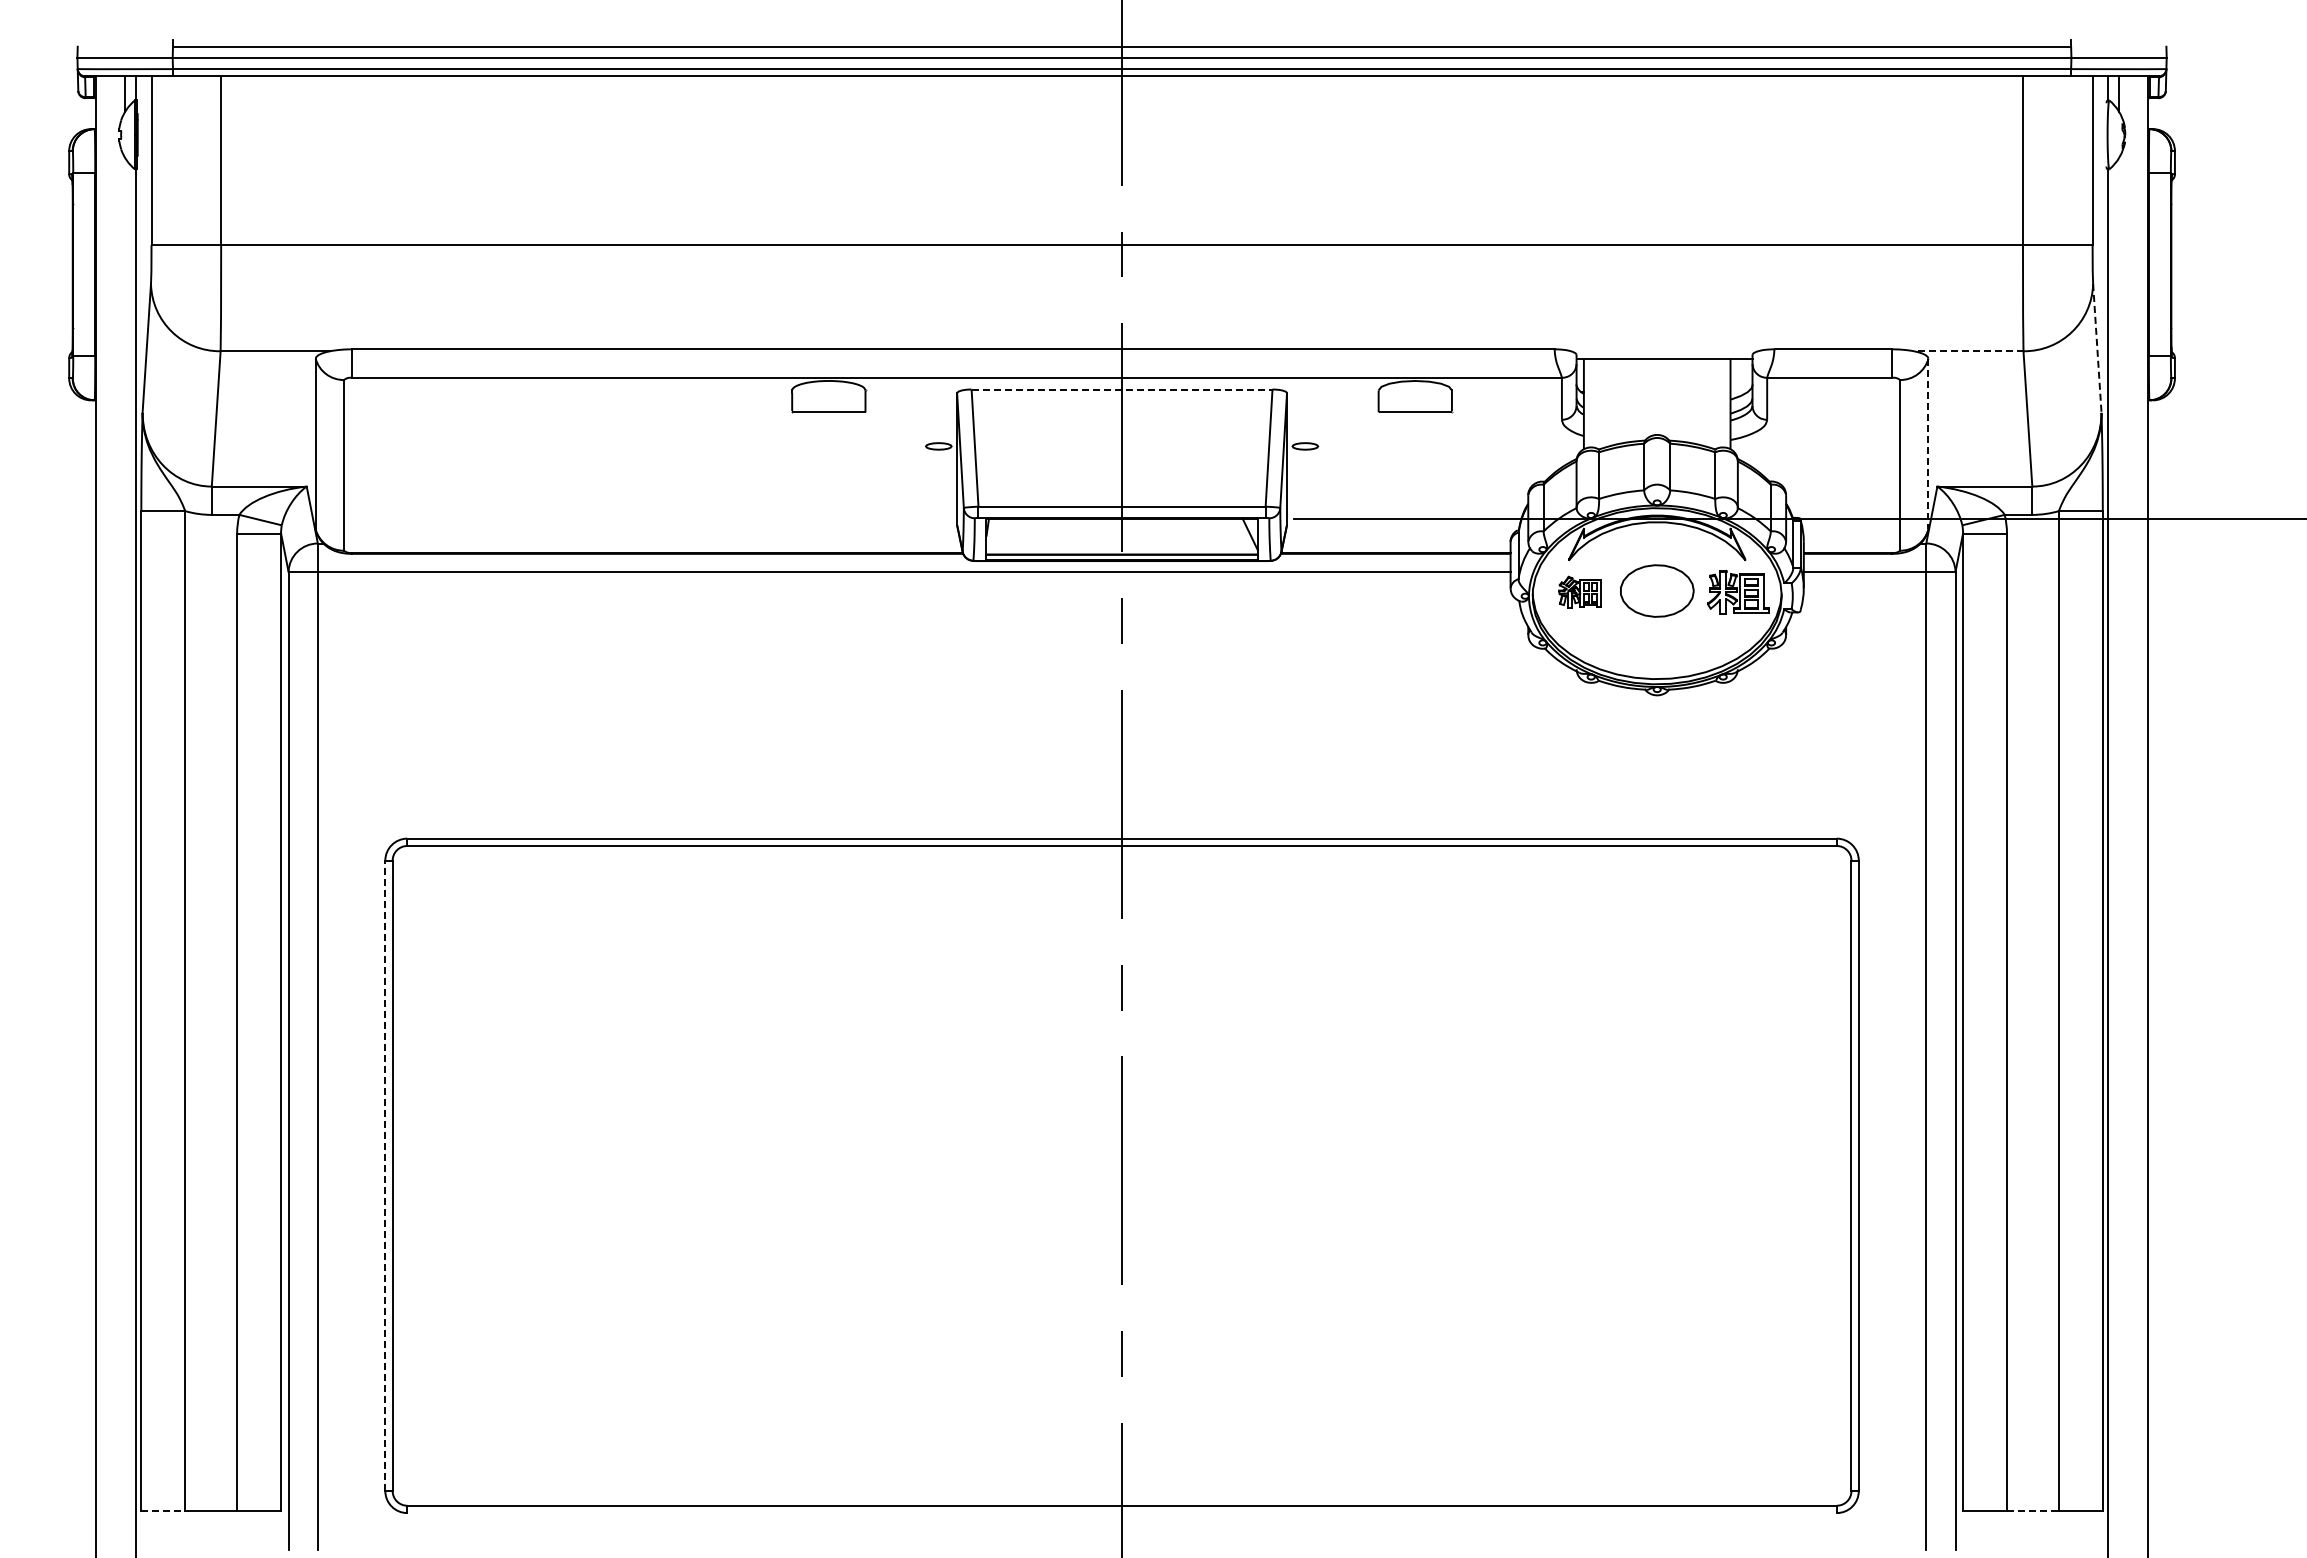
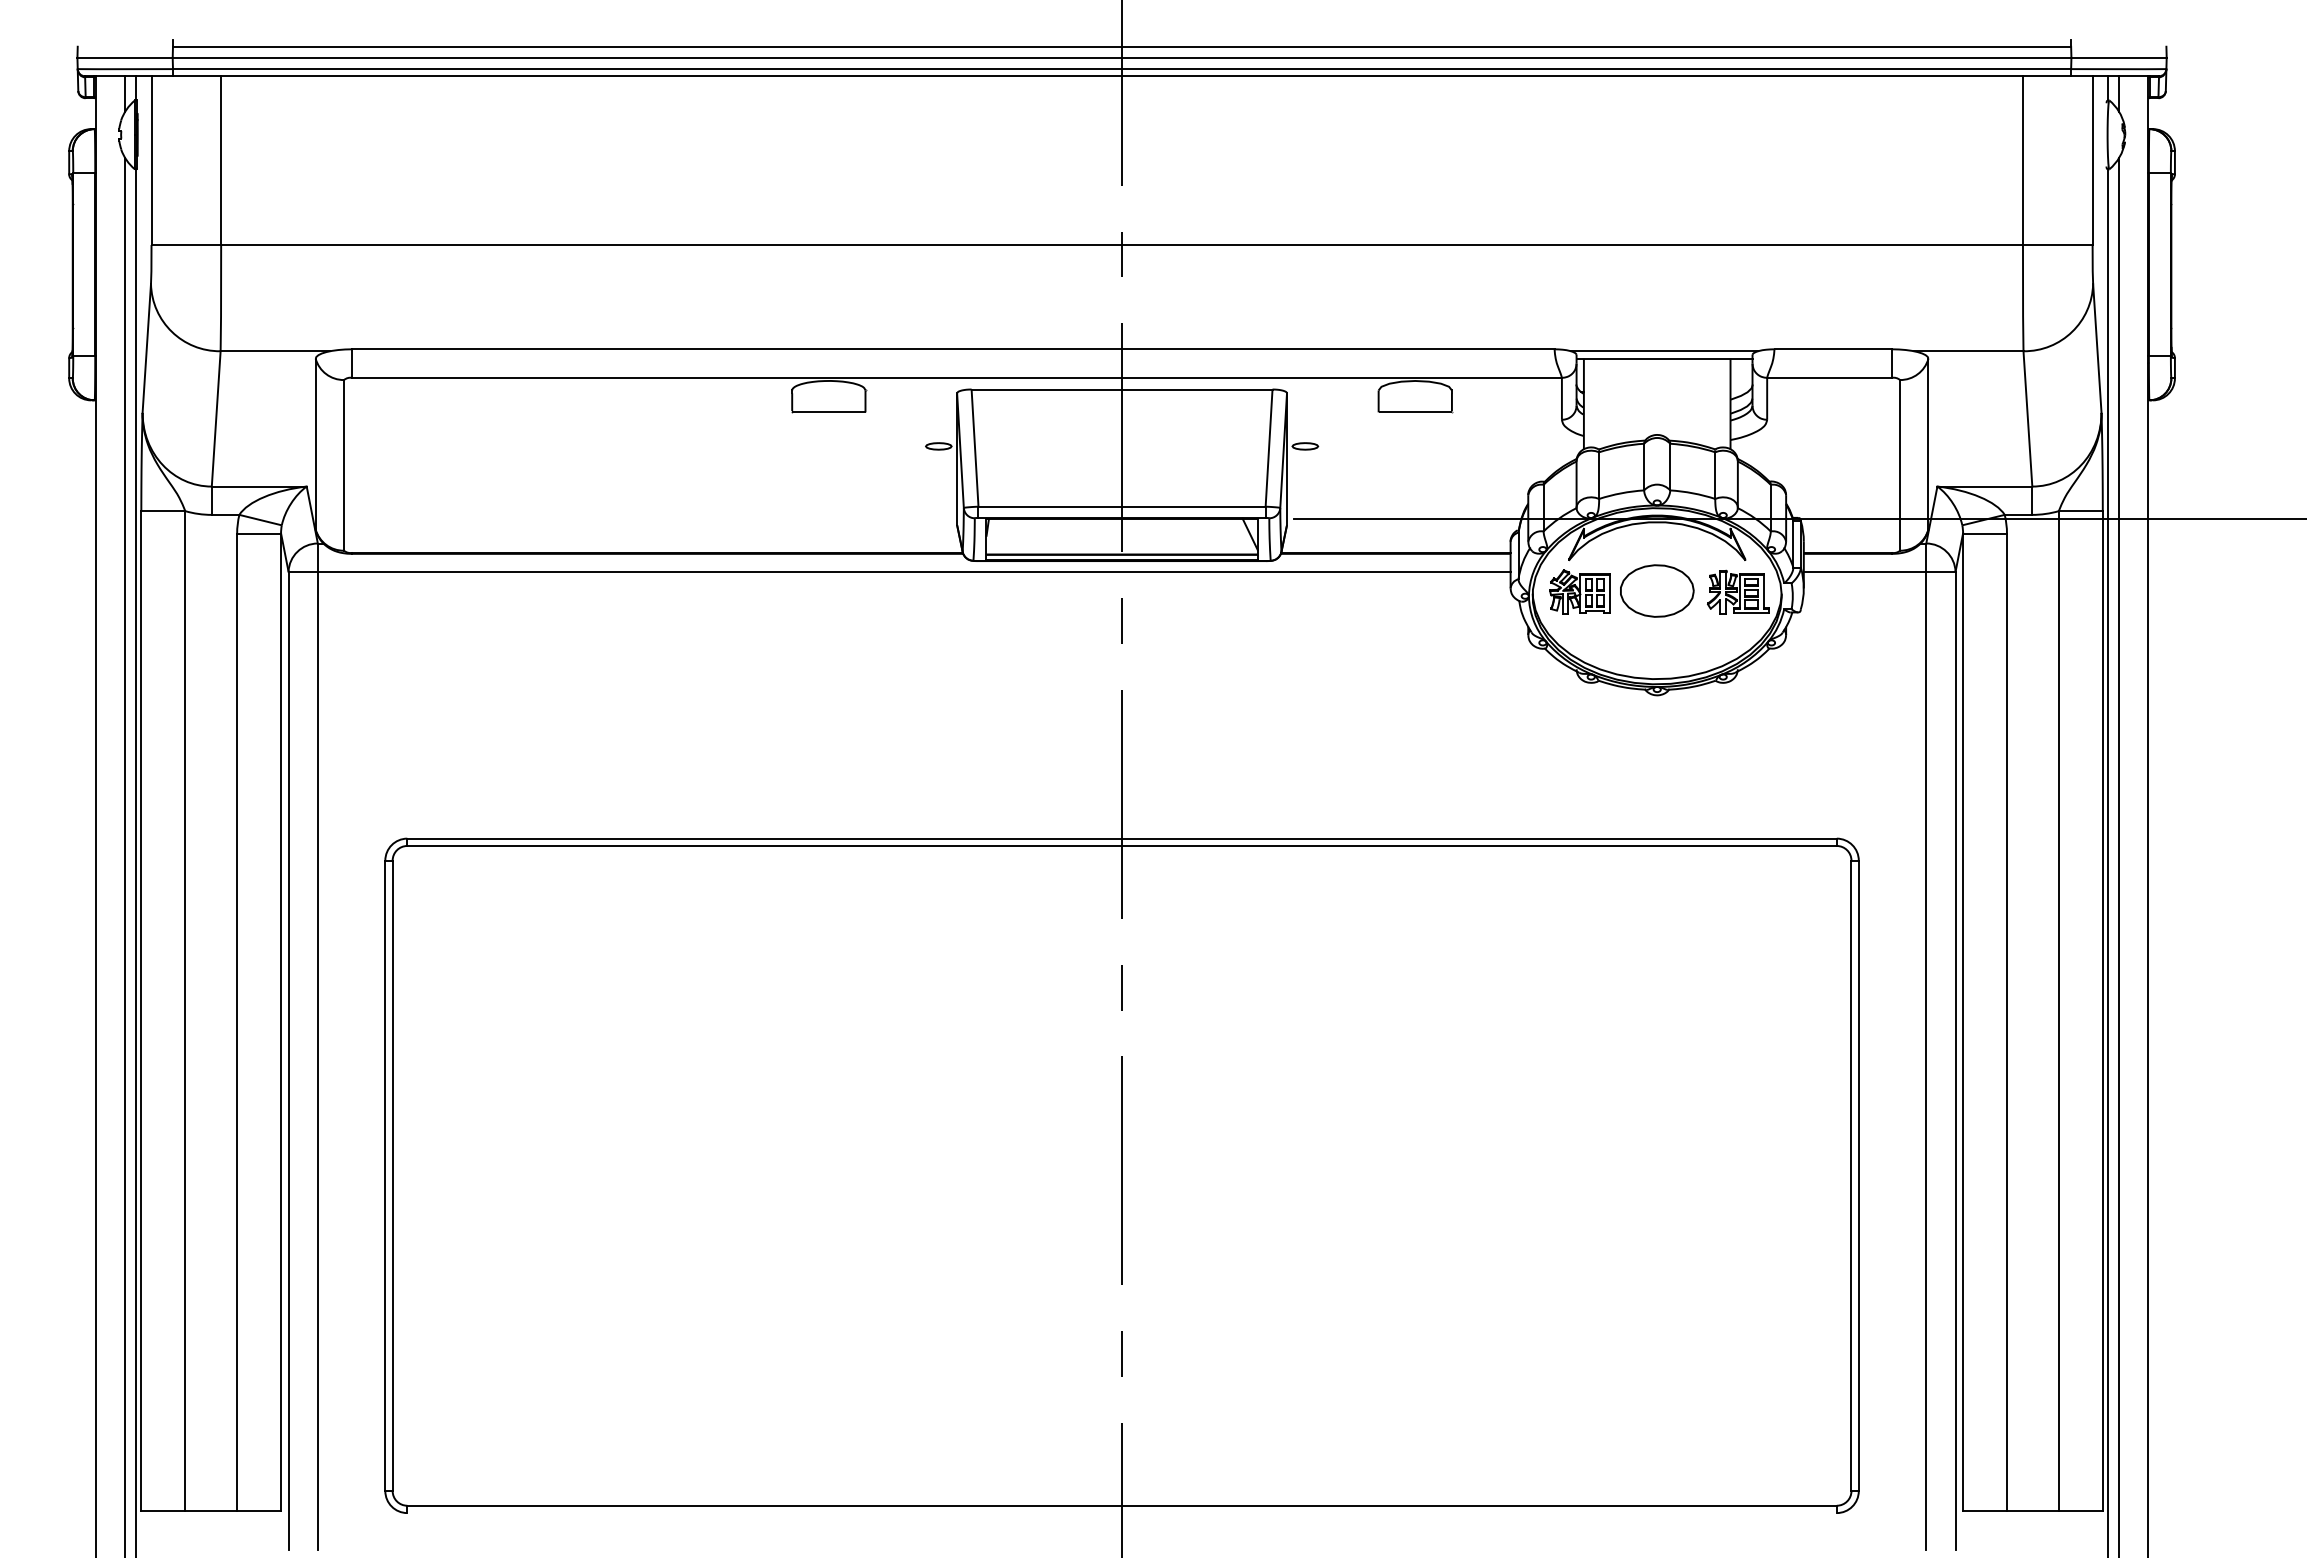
line at (2097, 348): dashed -> solid
line at (1664, 351): none -> present
line at (1968, 351): dashed -> solid
line at (1122, 389): dashed -> solid
line at (1928, 444): dashed -> solid
part at (1579, 591) size: 44x34 px -> 62x46 px
line at (125, 855): none -> present
line at (2119, 856): none -> present
line at (385, 1175): dashed -> solid
line at (163, 1511): dashed -> solid
line at (2032, 1511): dashed -> solid
